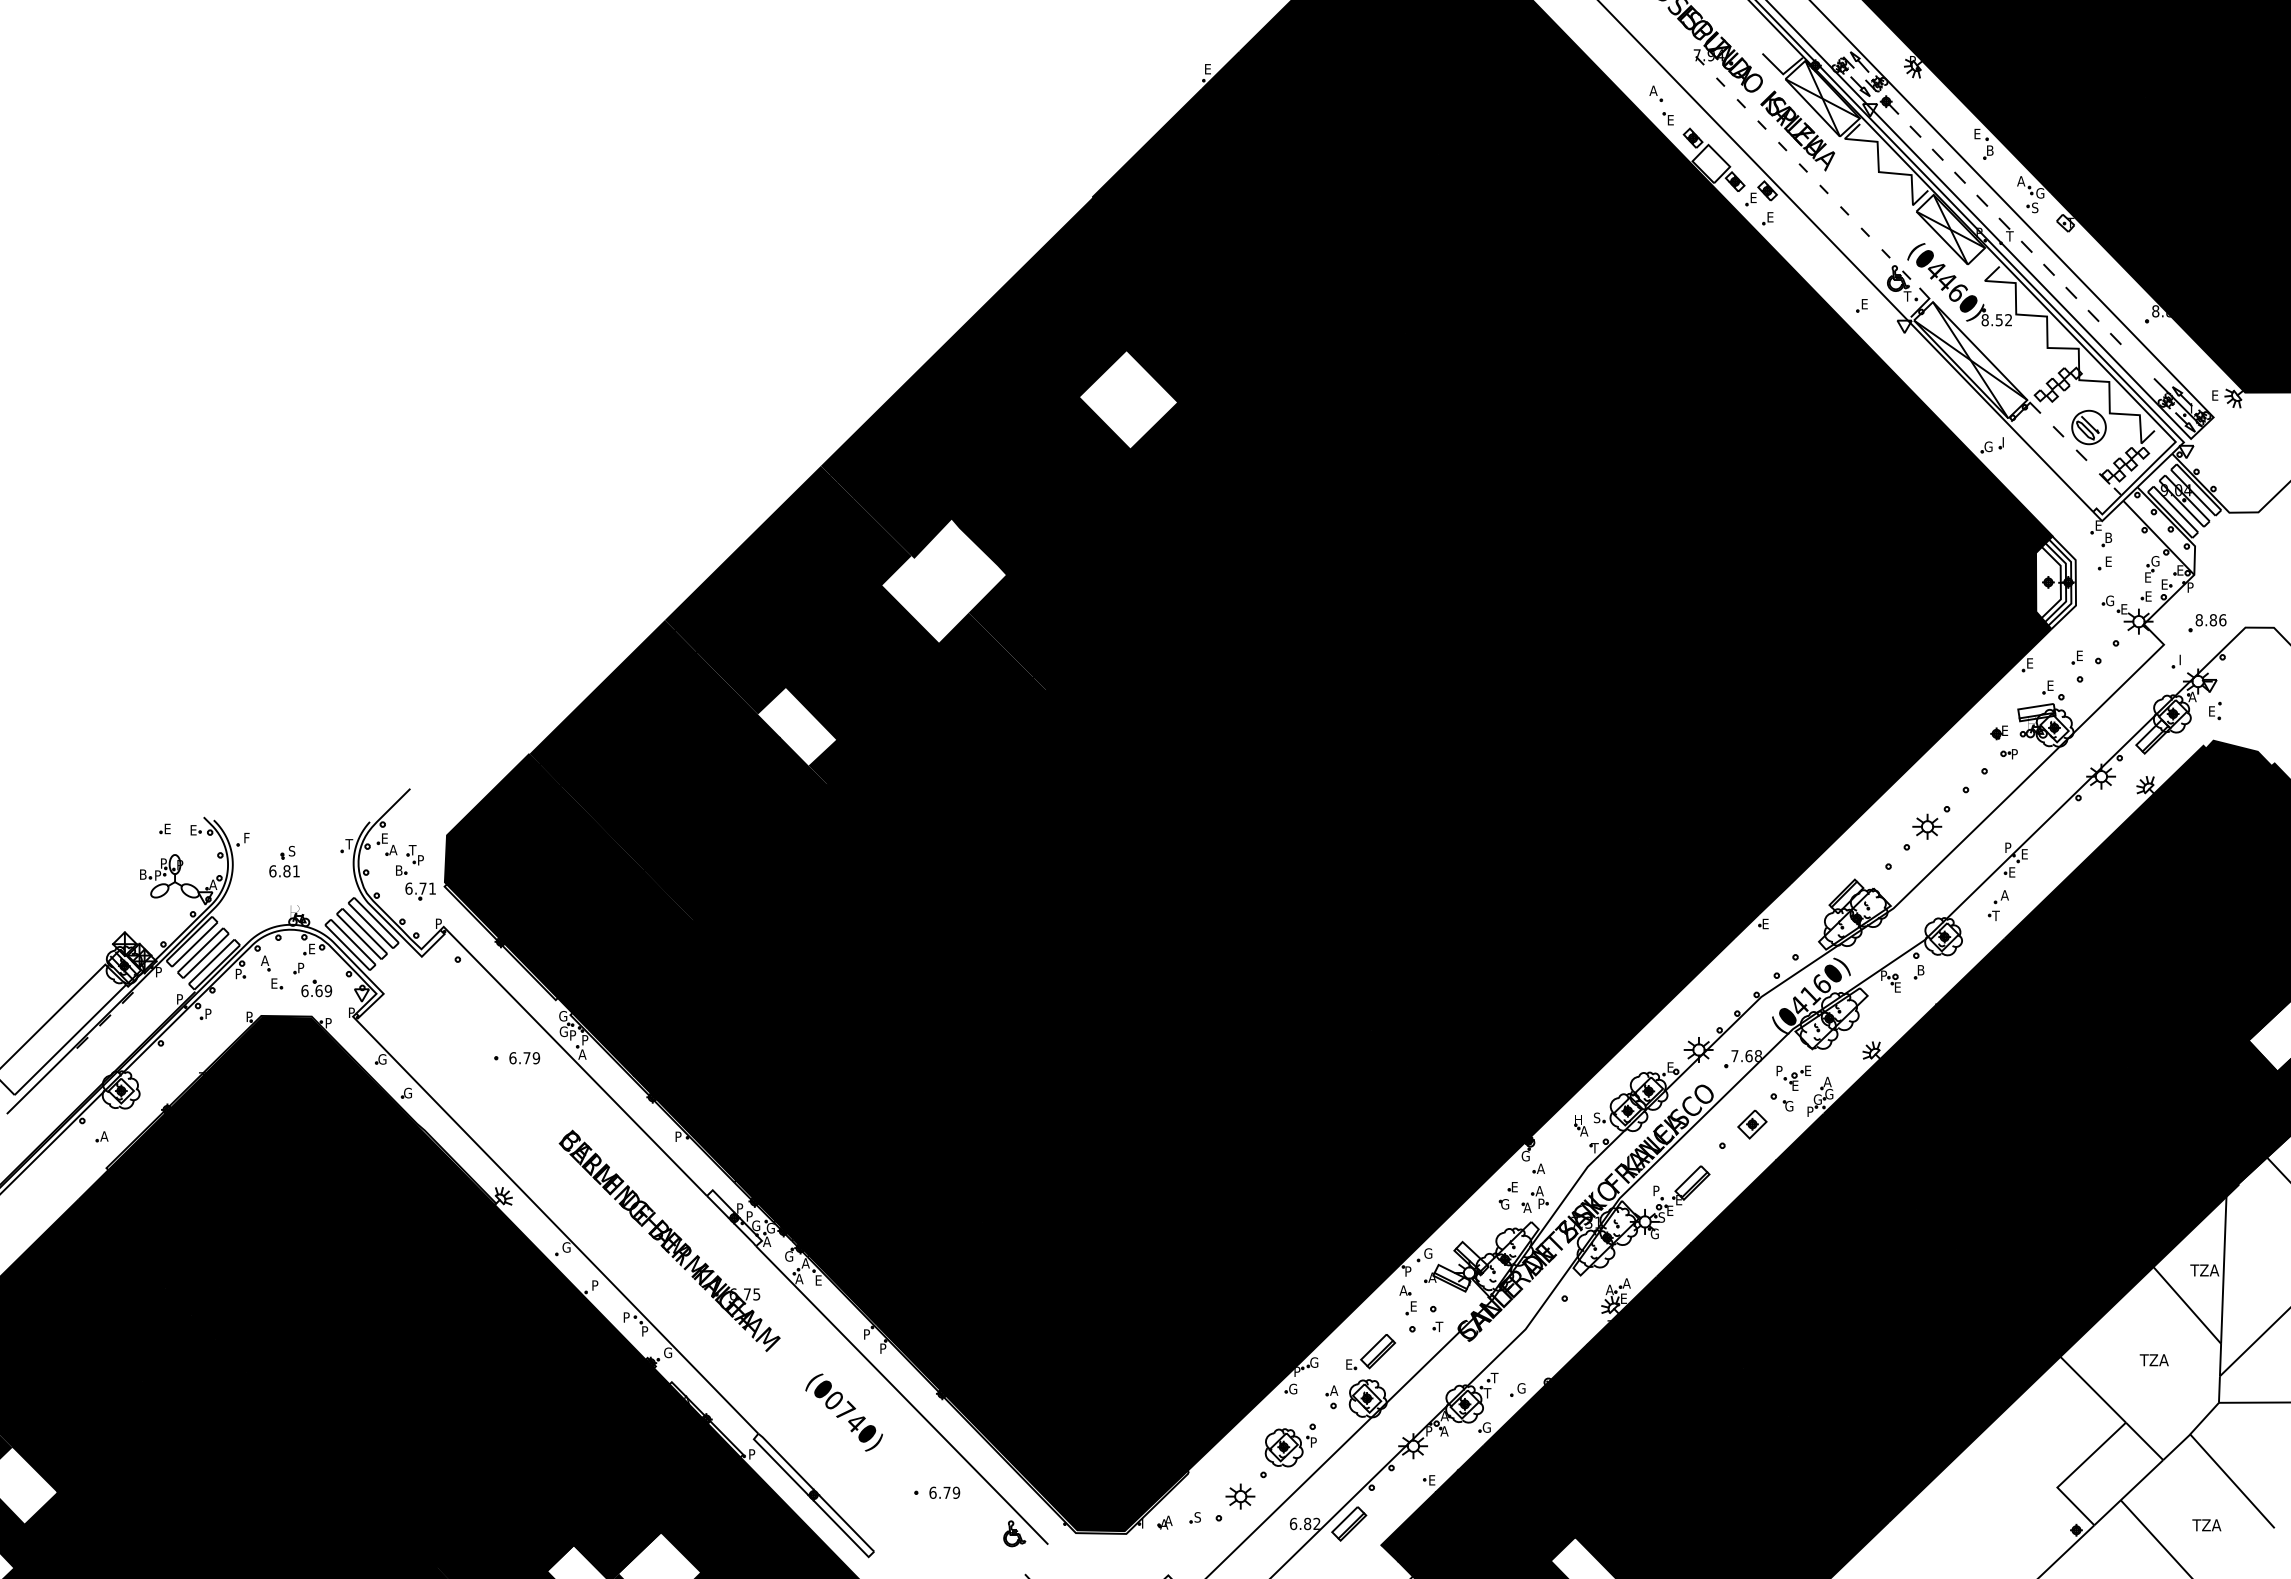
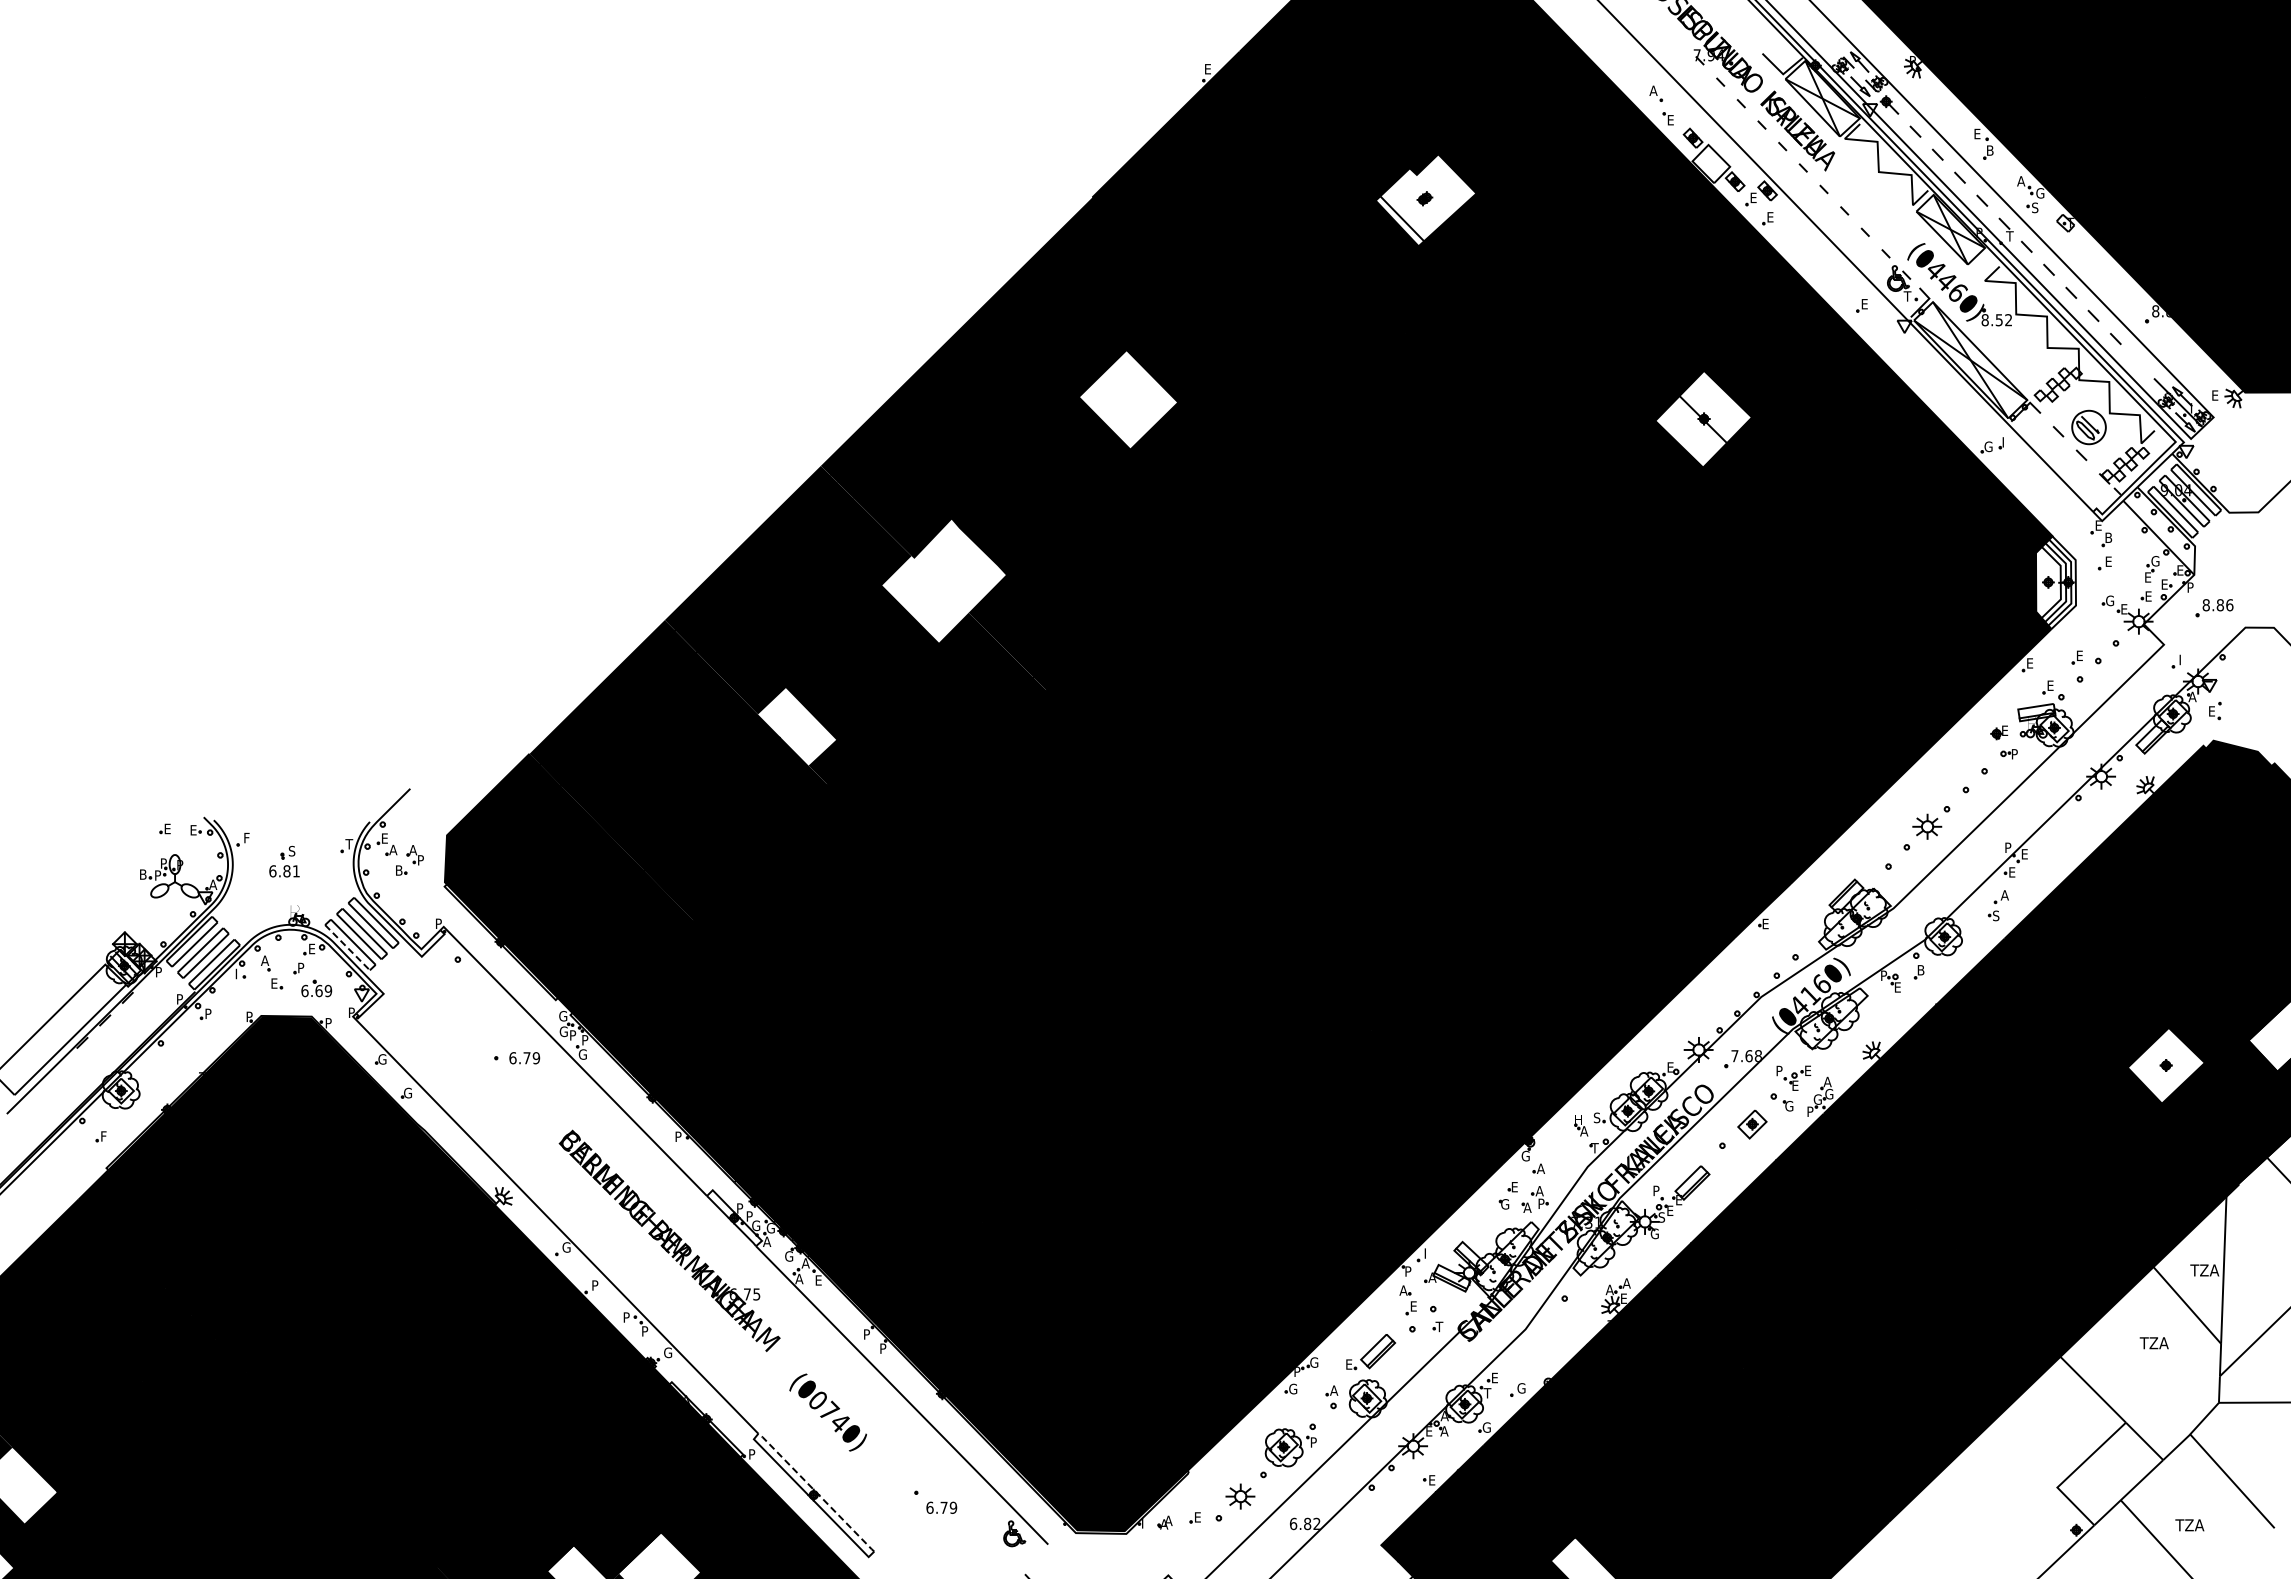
fill at (1425, 200): present -> none
fill at (1703, 418): present -> none
part at (2207, 623) position: (2207, 623) -> (2214, 608)
text at (412, 850): T -> A
part at (420, 891): present -> none
text at (1995, 915): T -> S
line at (347, 947): solid -> dashed
text at (239, 971): P -> I
text at (582, 1054): A -> G
fill at (2165, 1065): present -> none
text at (104, 1136): A -> F
text at (1428, 1253): G -> I
text at (2153, 1360) position: (2153, 1360) -> (2153, 1343)
text at (1494, 1377): T -> E
text at (843, 1412) position: (843, 1412) -> (827, 1412)
text at (1429, 1431): P -> E
line at (816, 1492): solid -> dashed
text at (944, 1492) position: (944, 1492) -> (941, 1507)
text at (1197, 1517): S -> E
part at (1349, 1523): present -> none
text at (2206, 1525) position: (2206, 1525) -> (2189, 1525)
